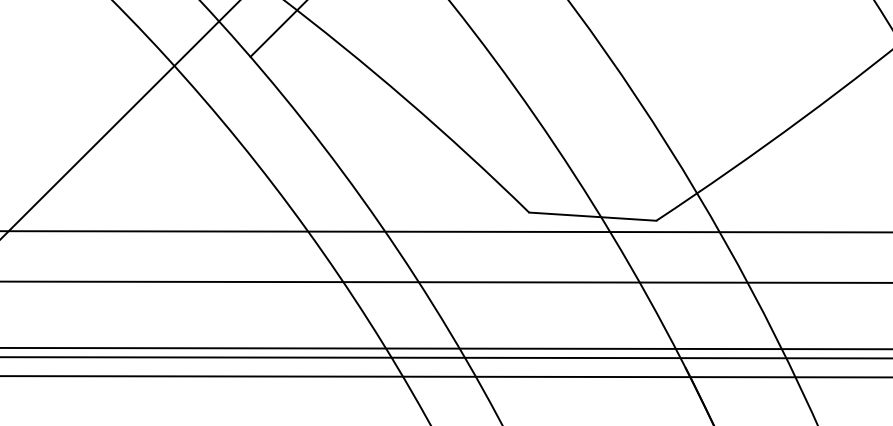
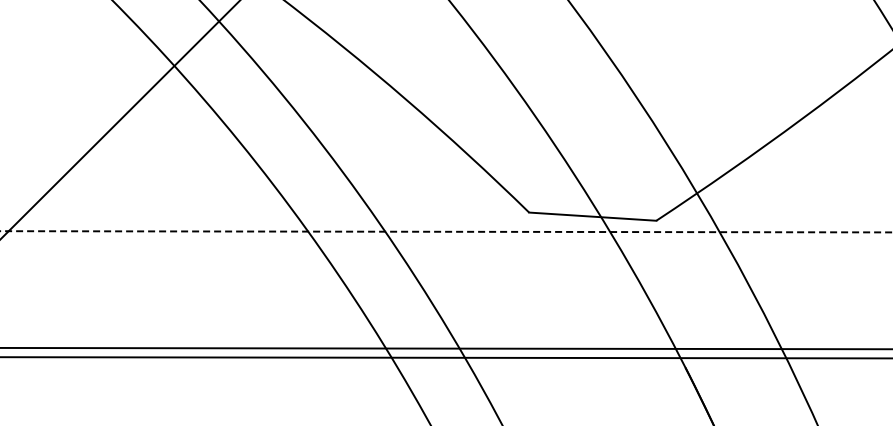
line at (277, 29): present -> none
line at (446, 231): solid -> dashed
line at (445, 281): present -> none
line at (445, 376): present -> none
